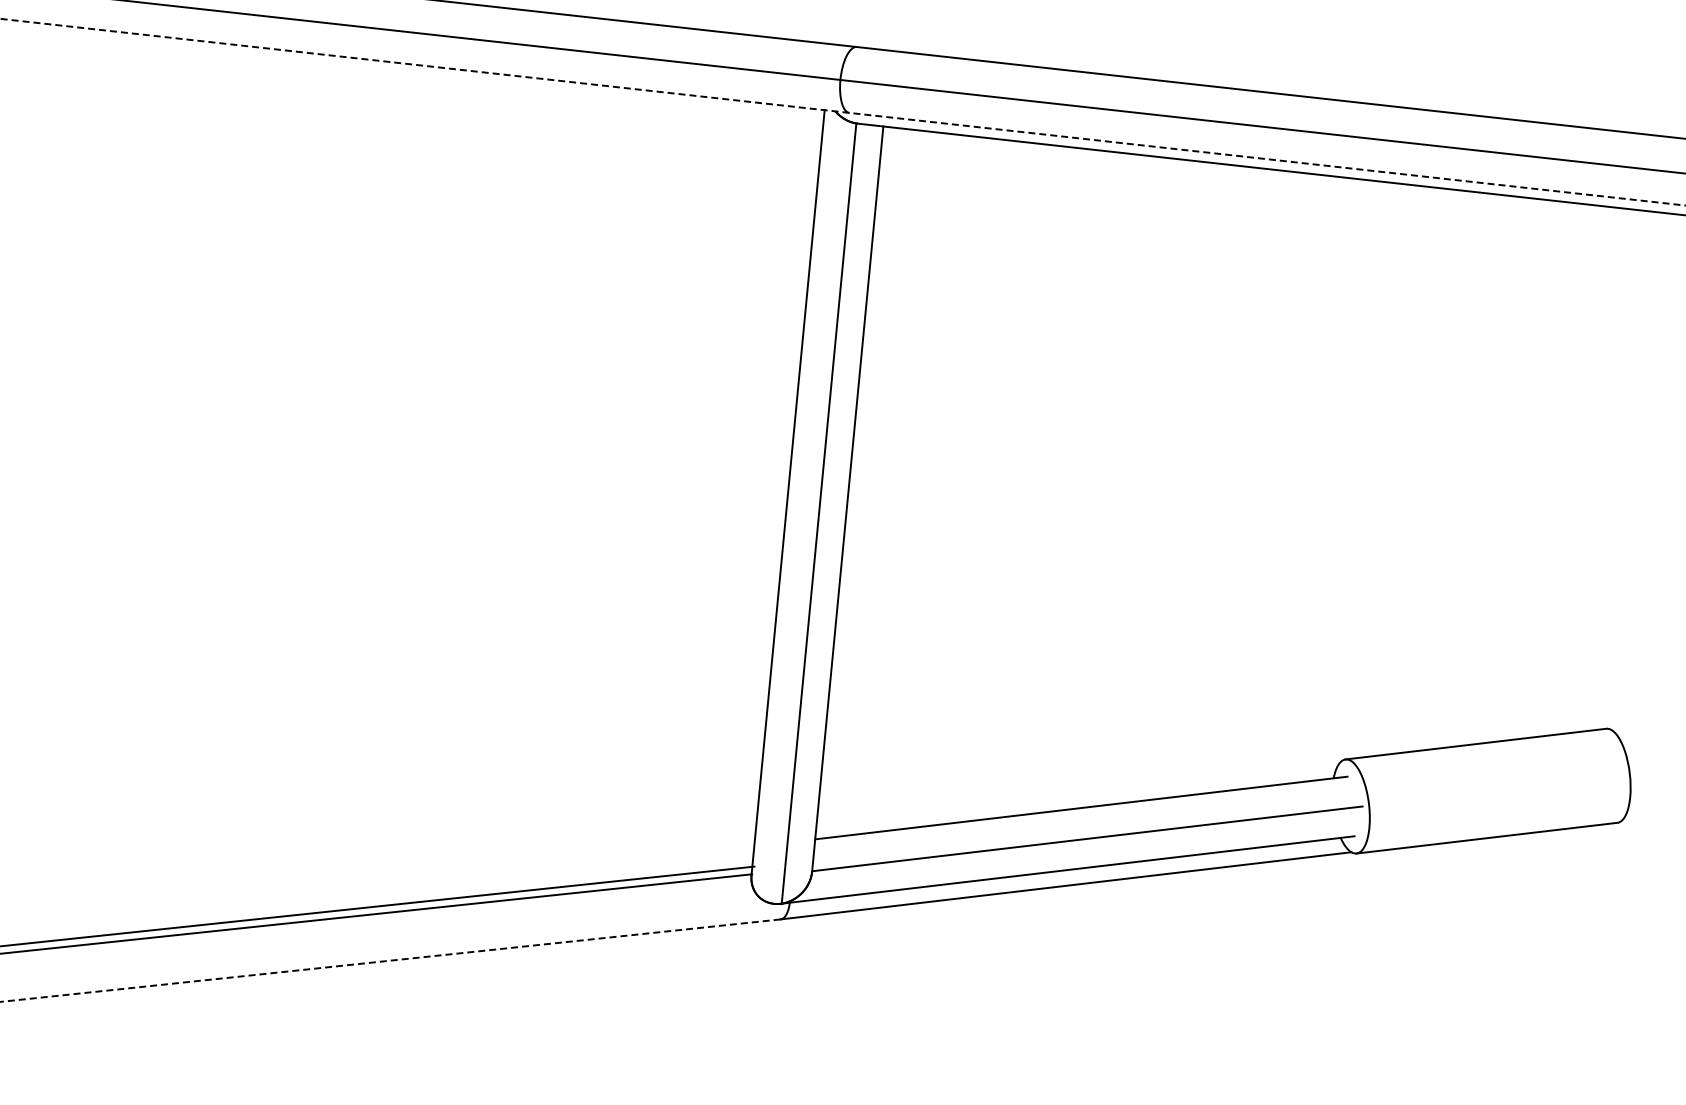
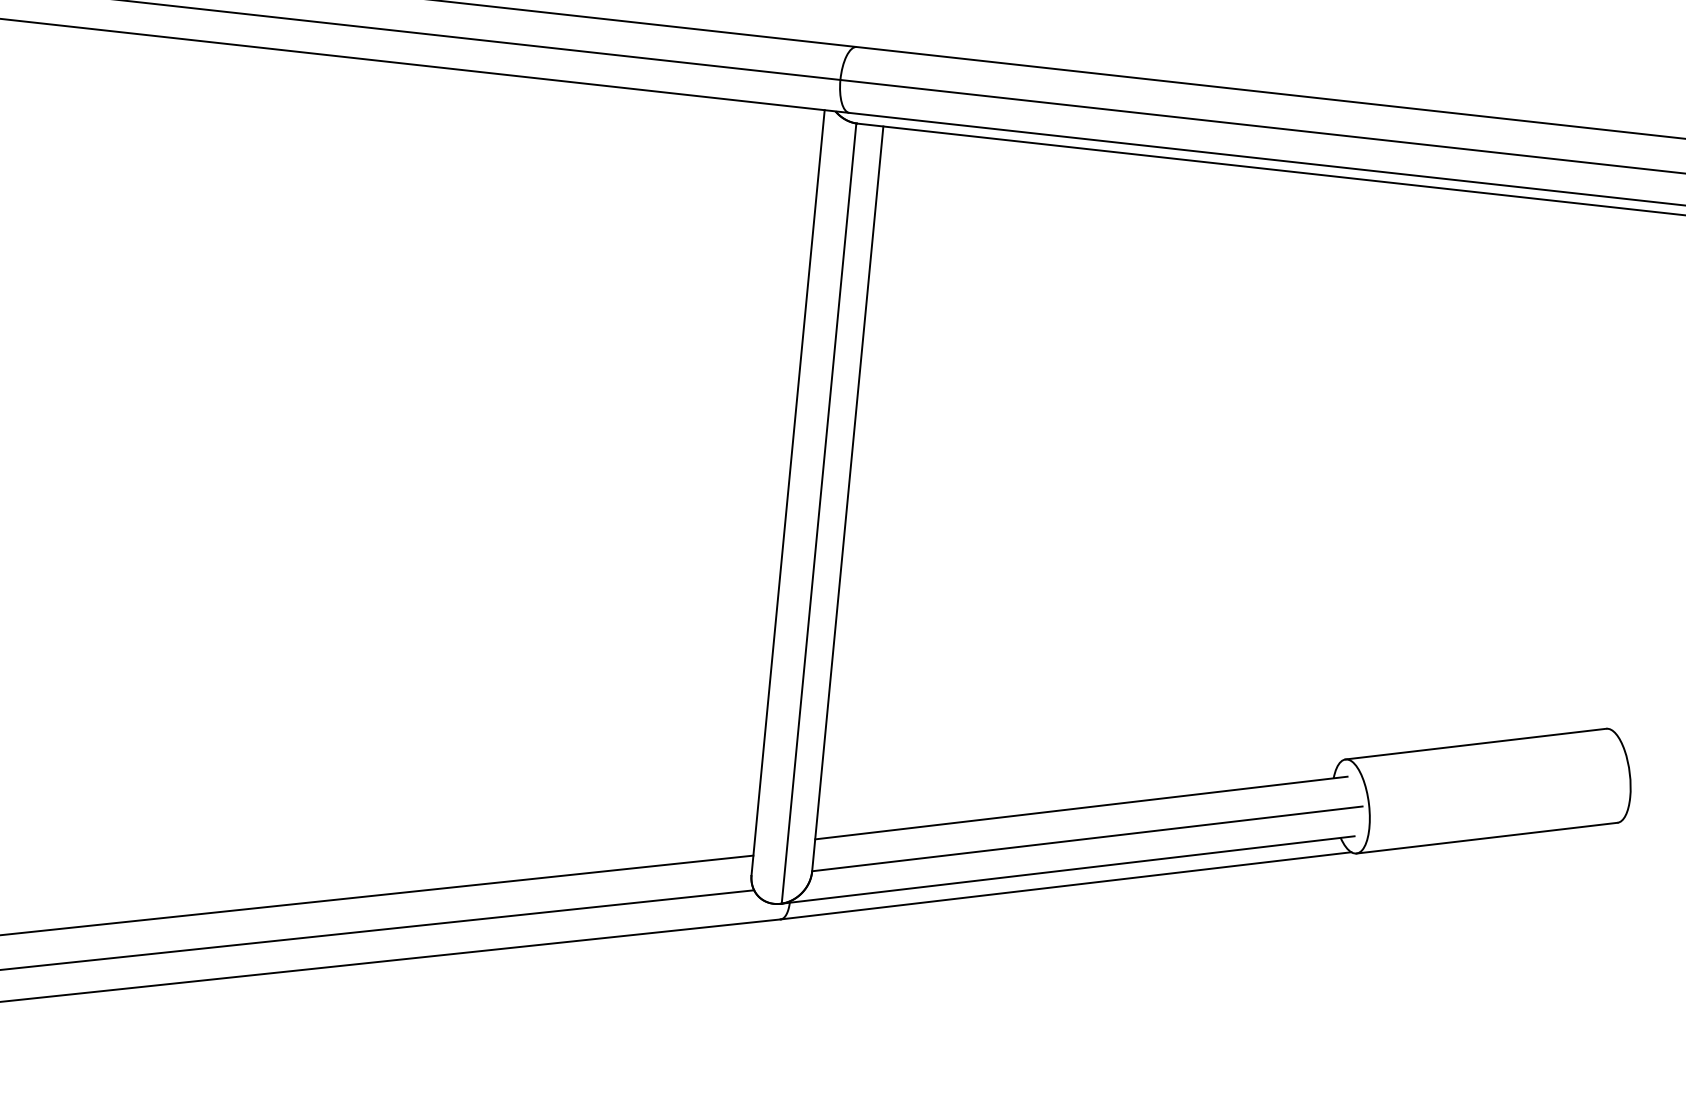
line at (842, 112): dashed -> solid
line at (378, 906) position: (378, 906) -> (377, 895)
line at (377, 913) position: (377, 913) -> (378, 929)
line at (389, 960): dashed -> solid
